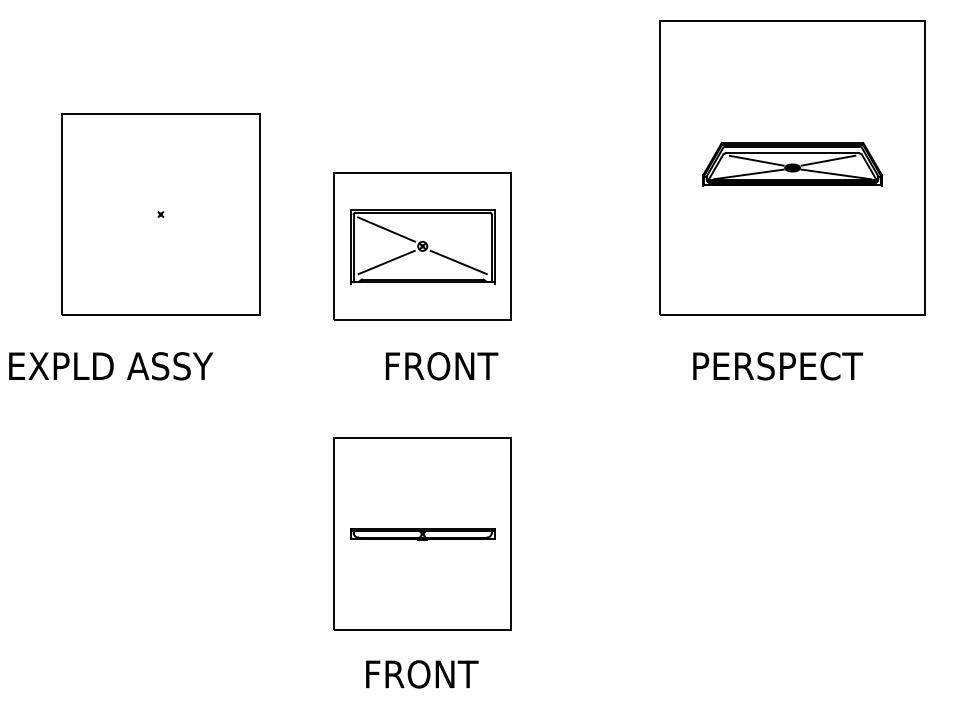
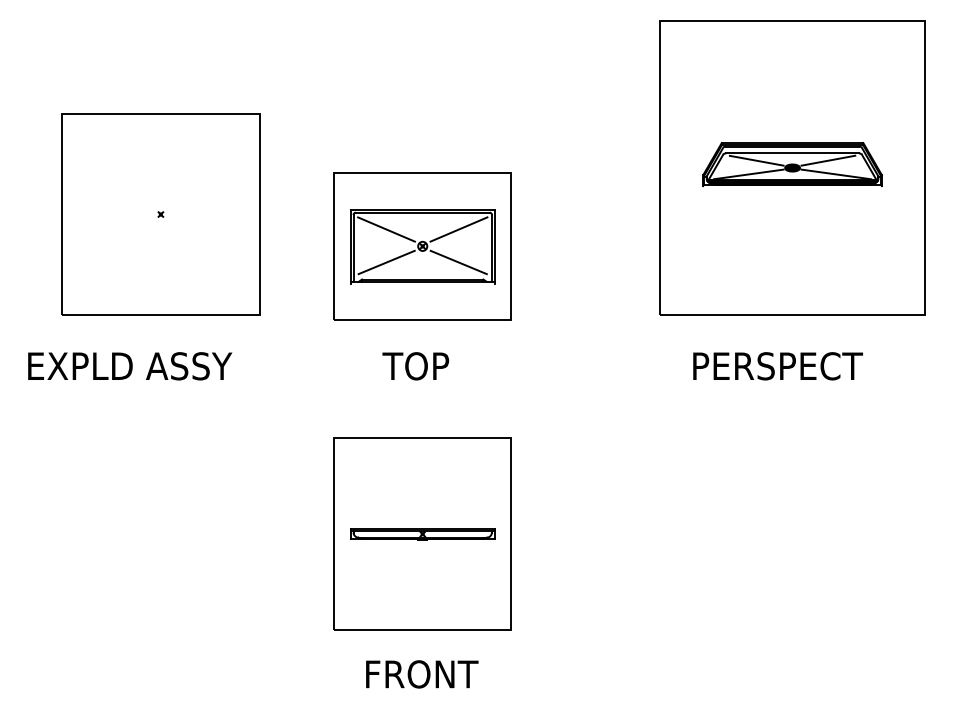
line at (458, 229): none -> present
text at (111, 366) position: (111, 366) -> (130, 366)
text at (440, 366): FRONT -> TOP
